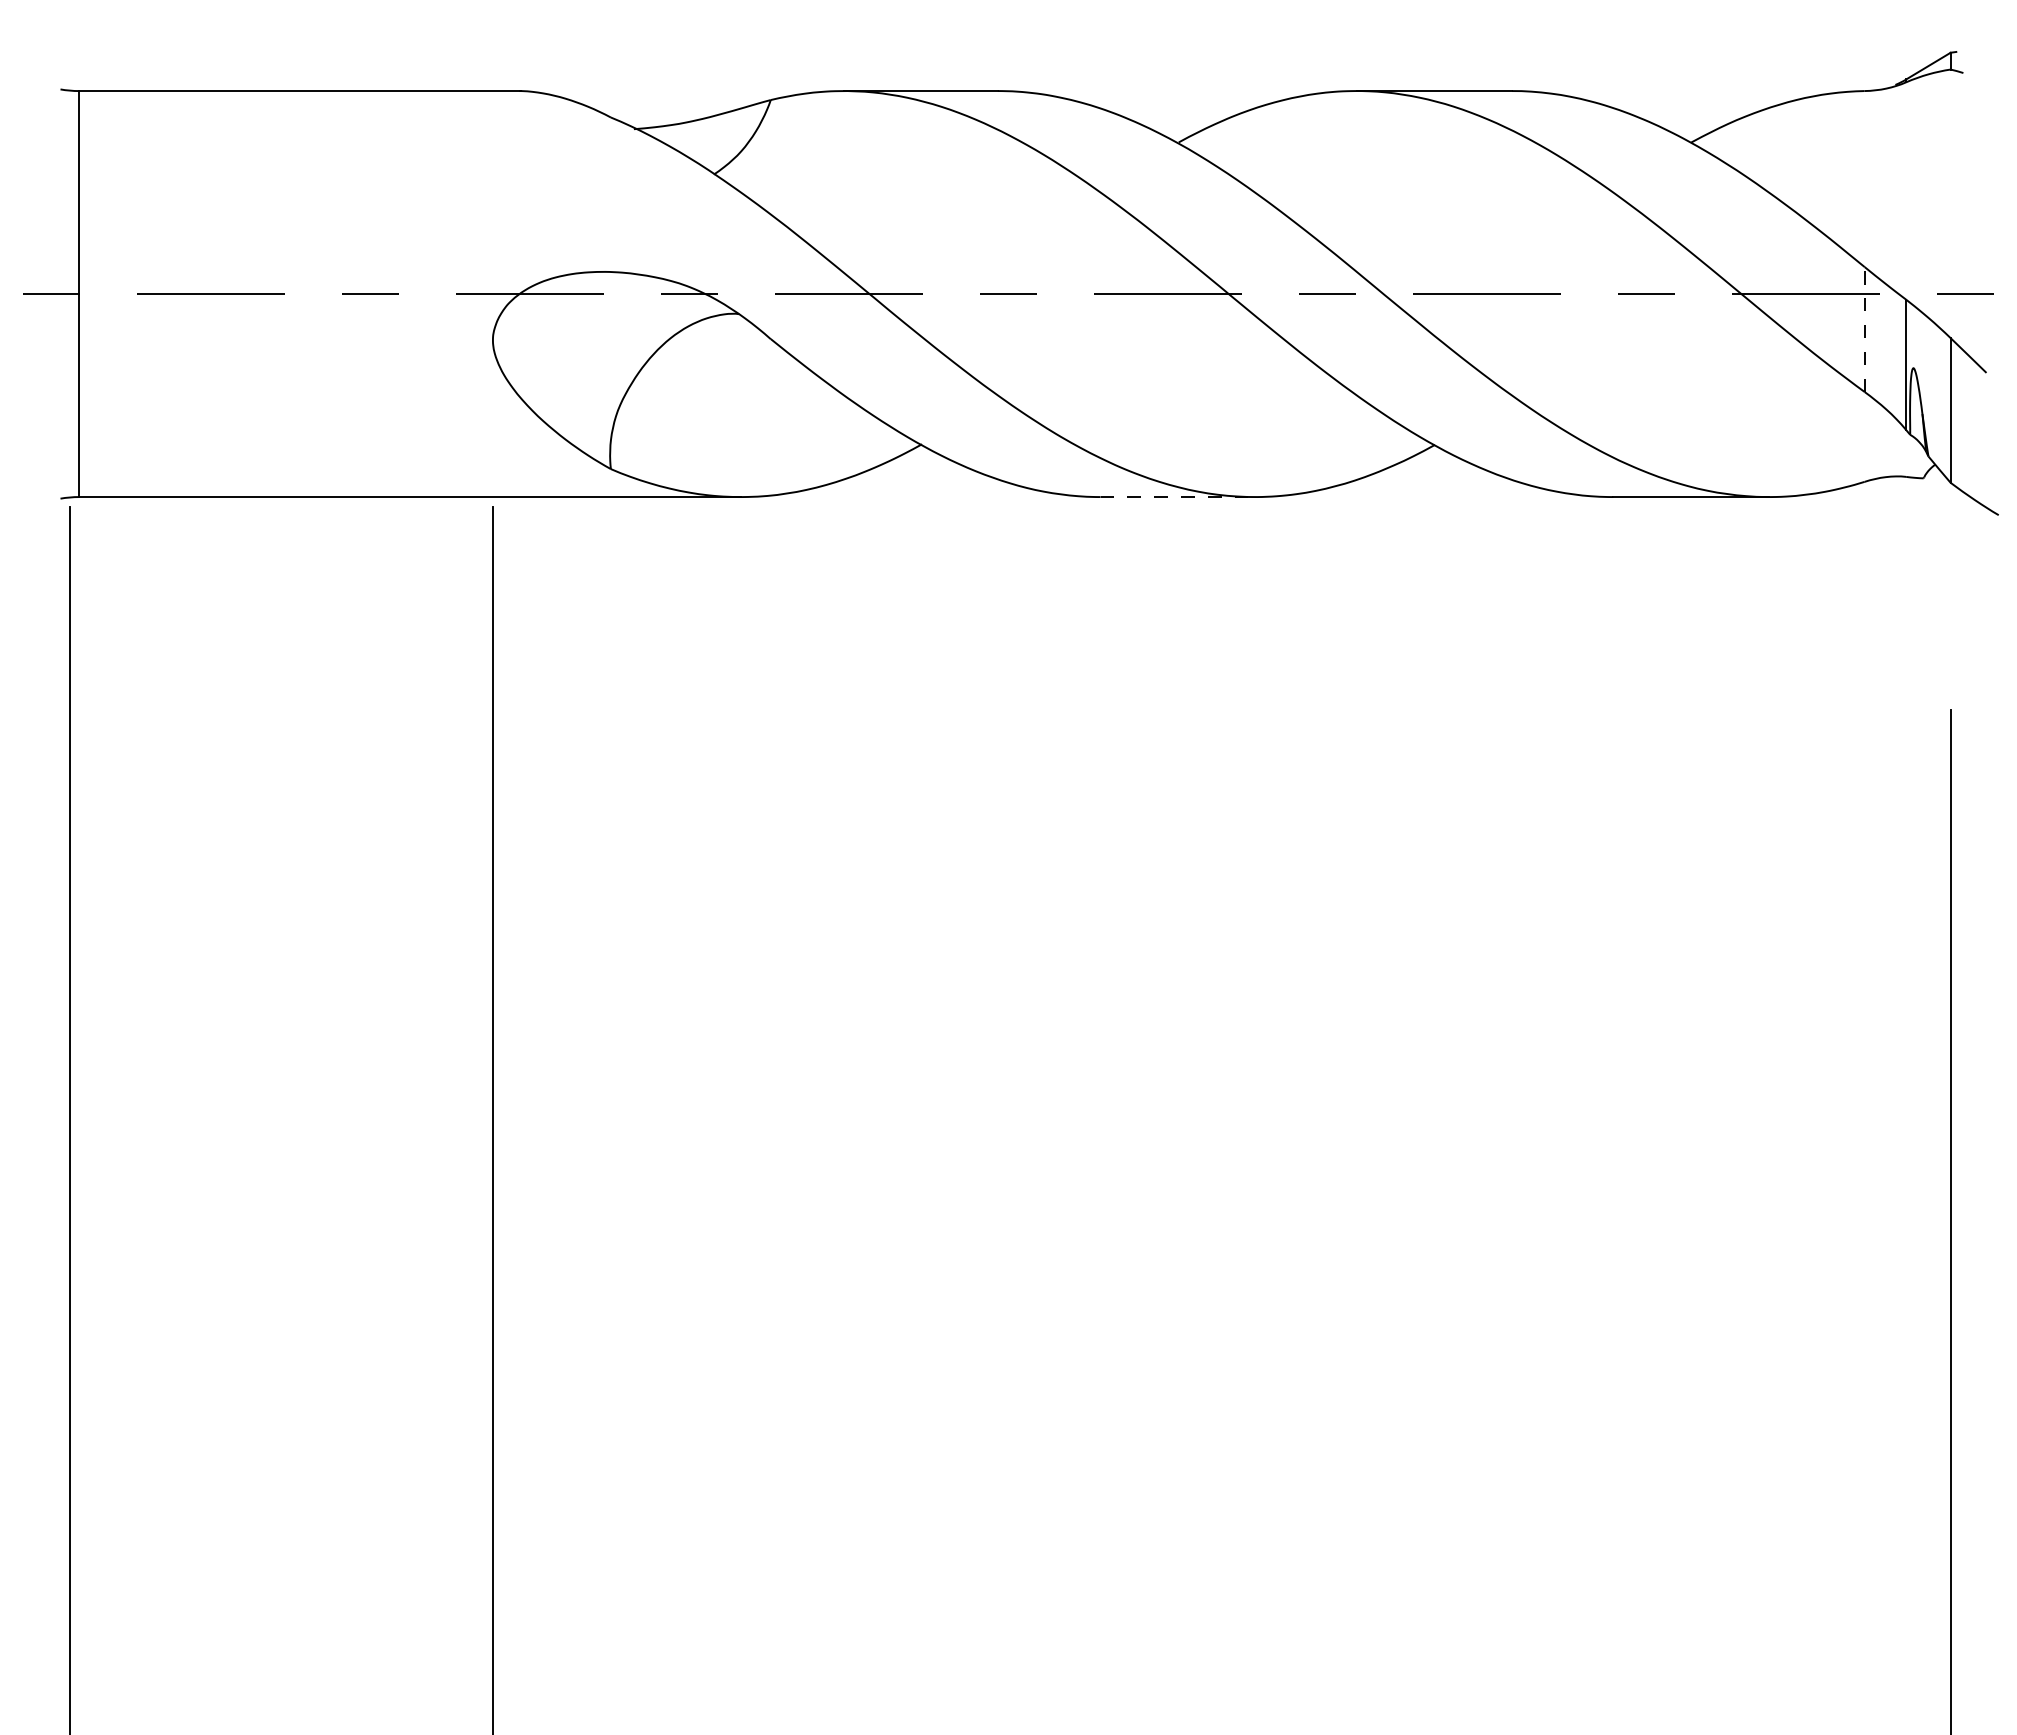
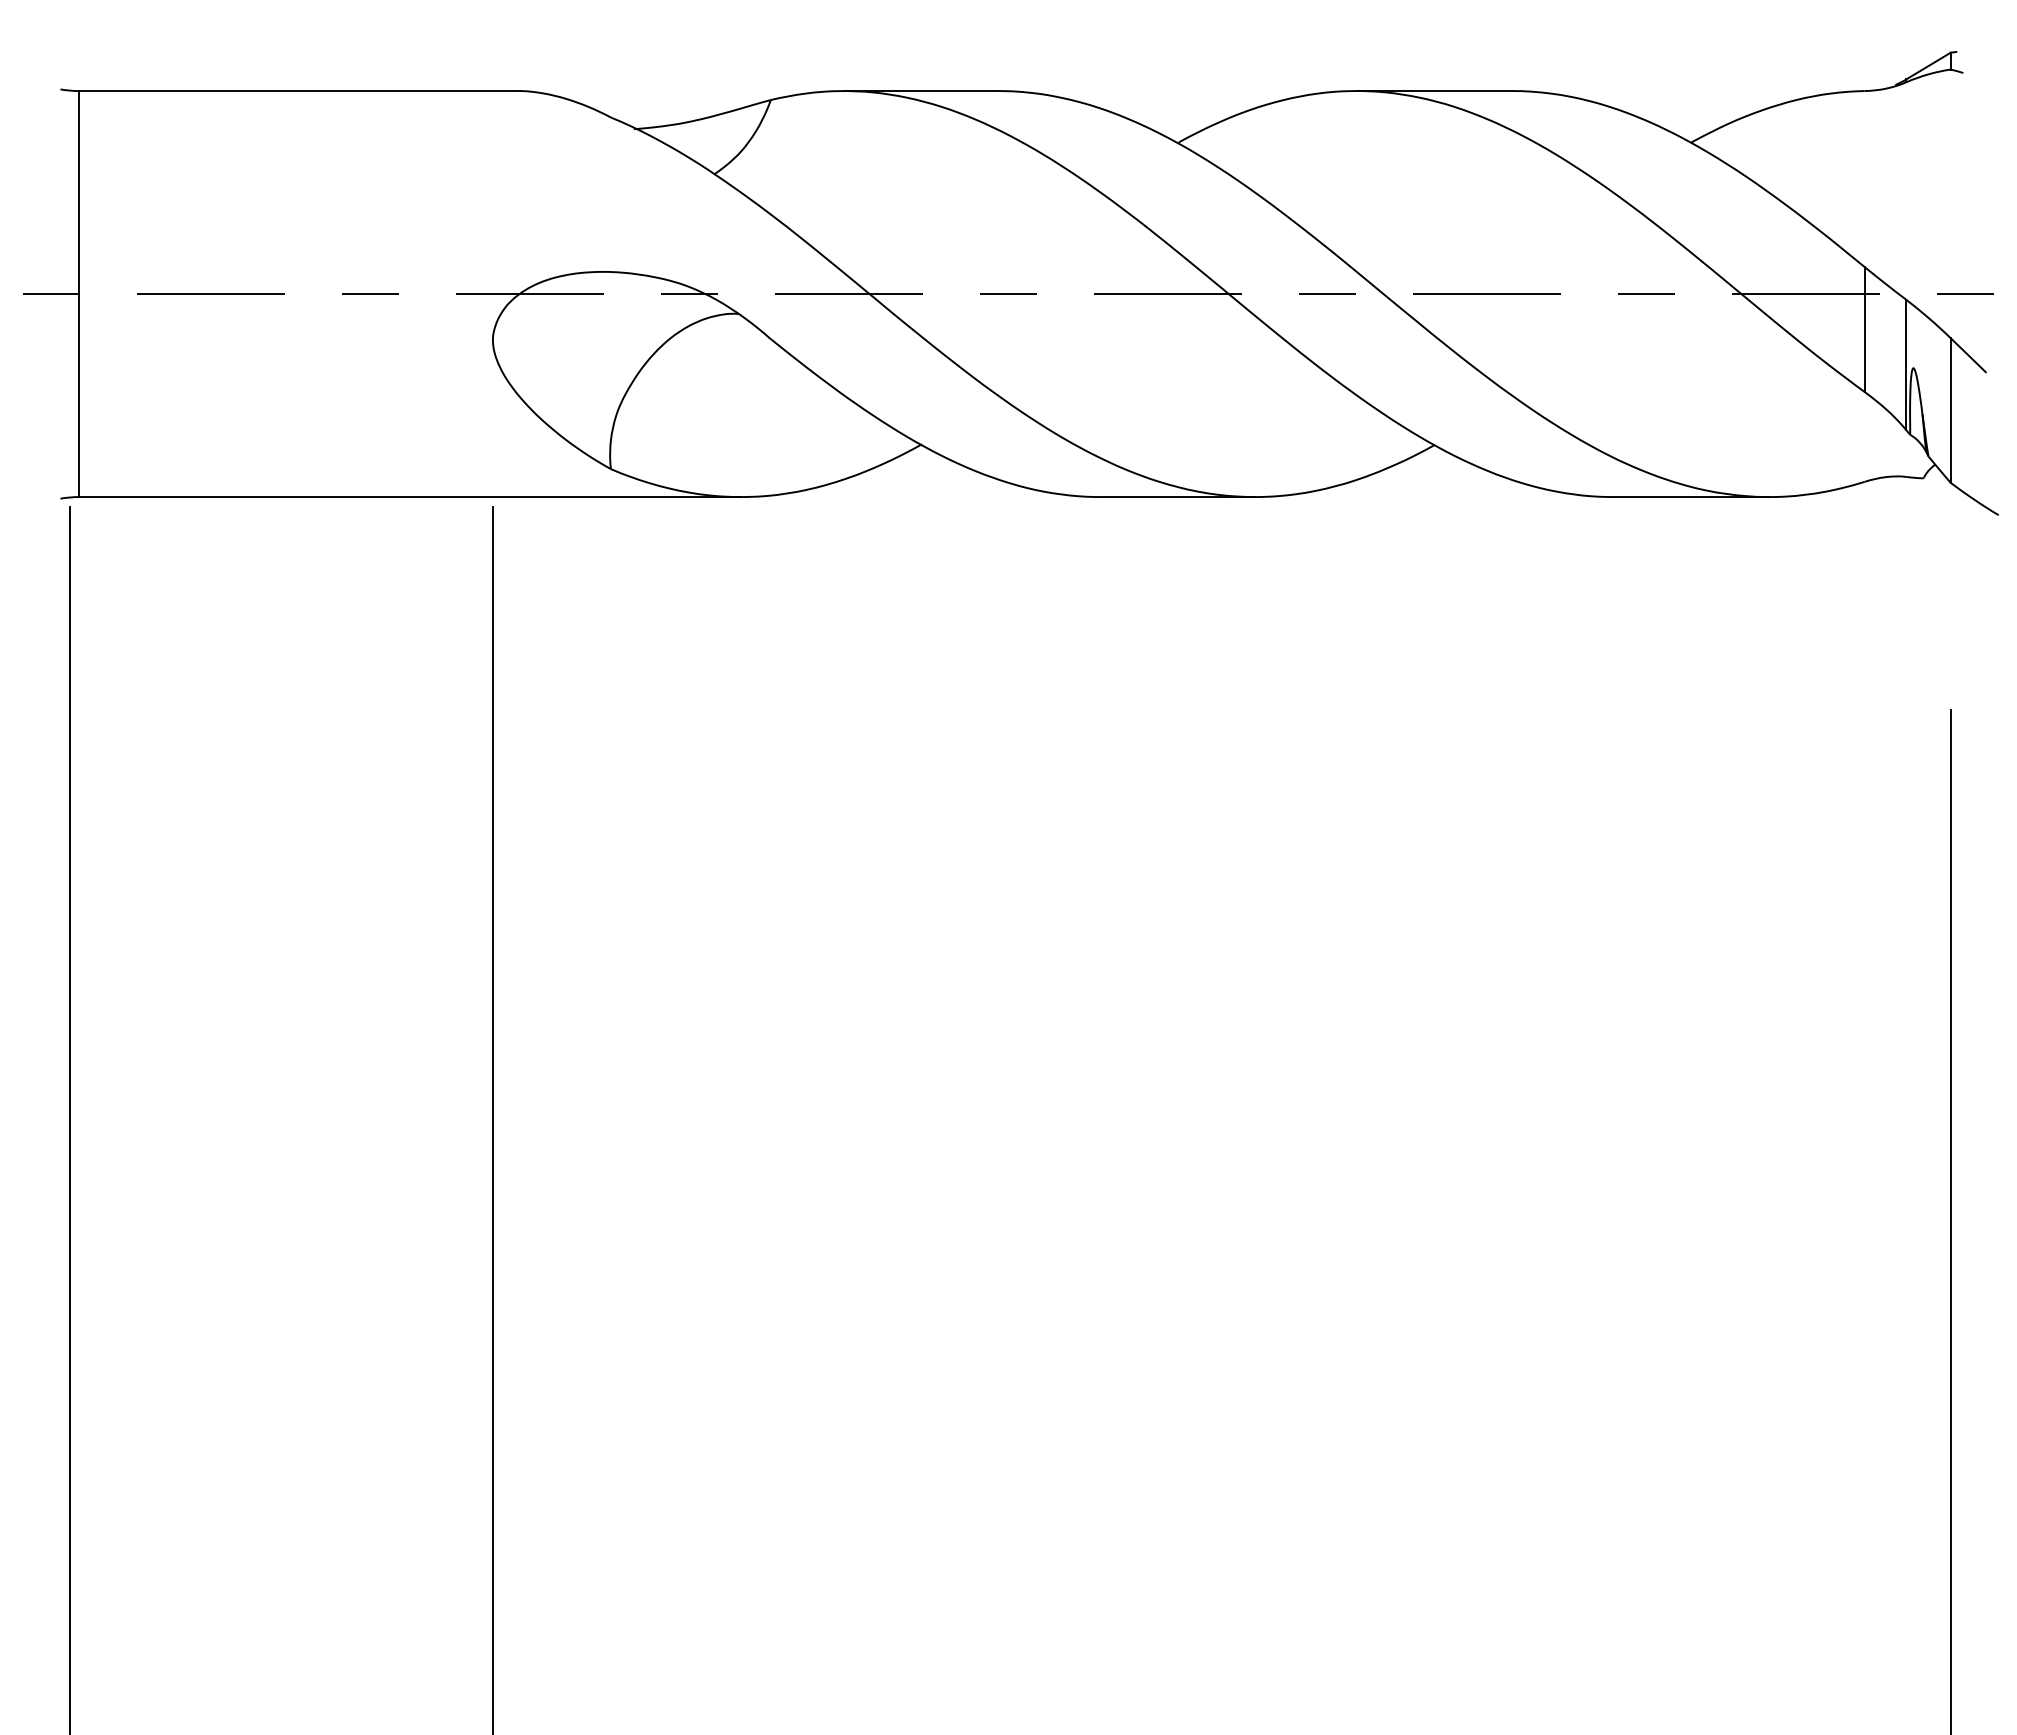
line at (1864, 329): dashed -> solid
line at (1178, 497): dashed -> solid
